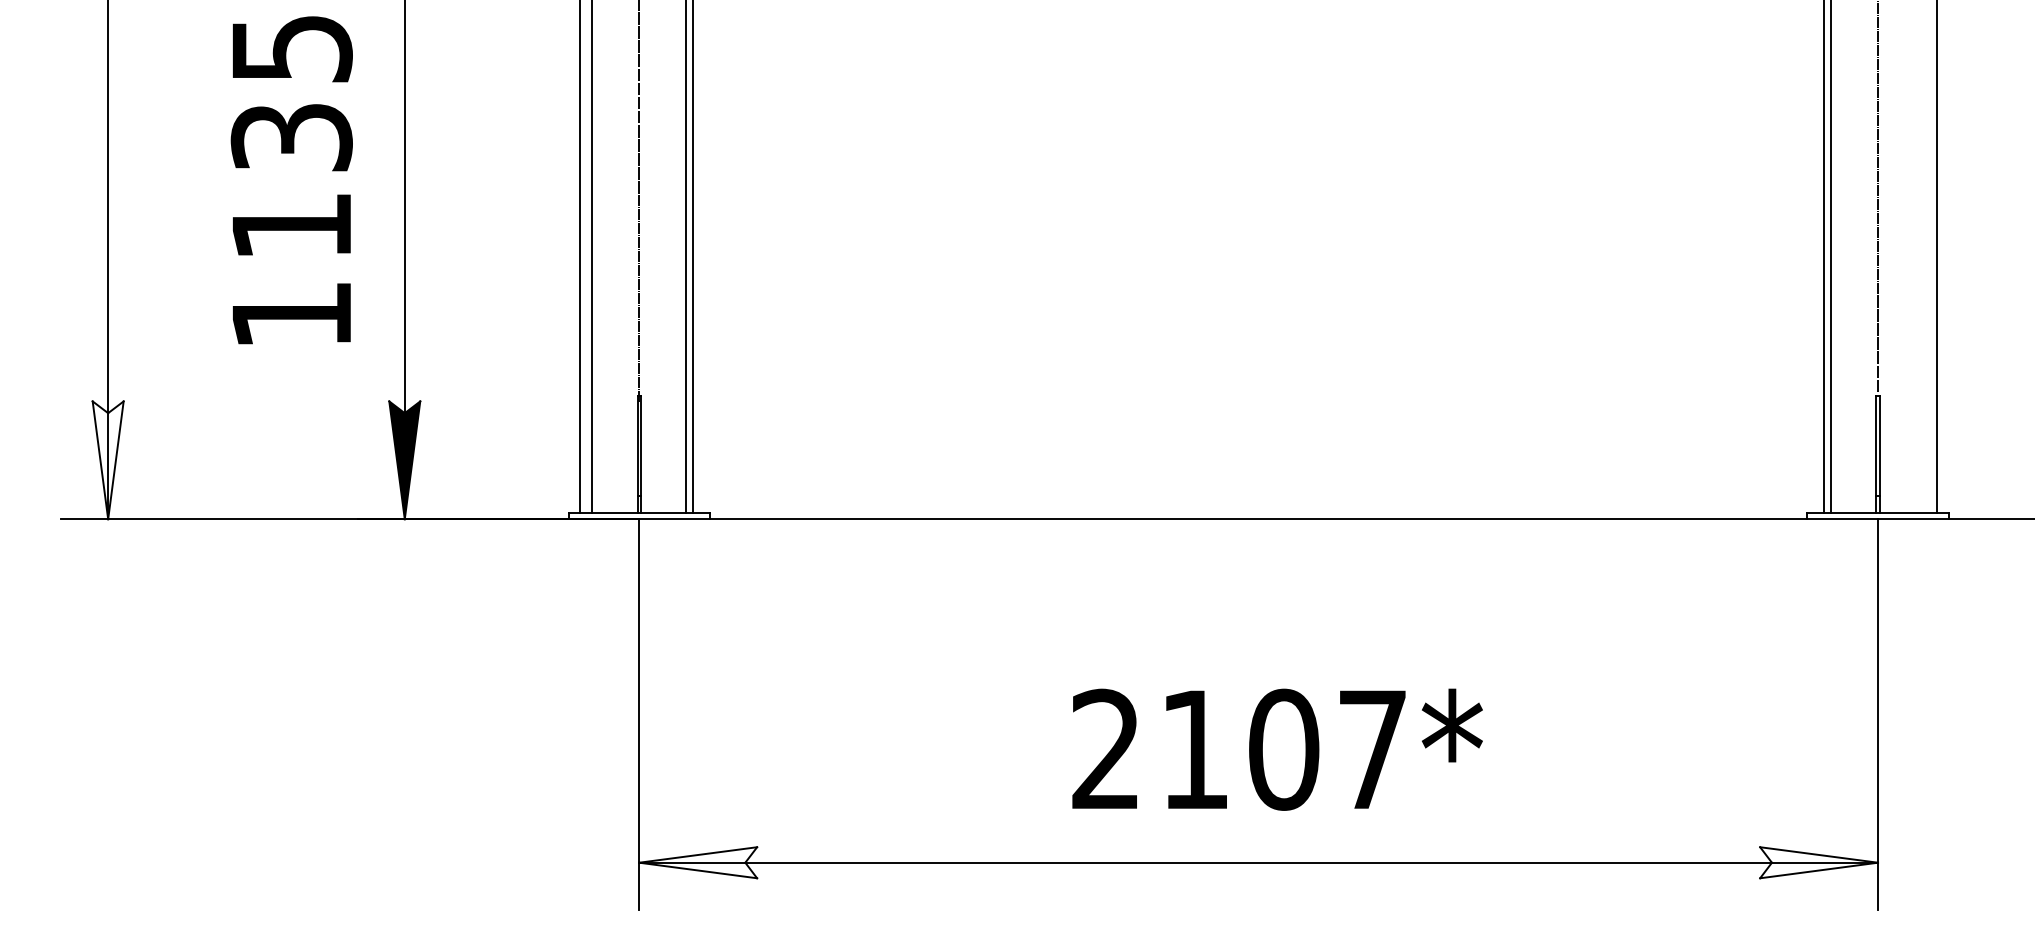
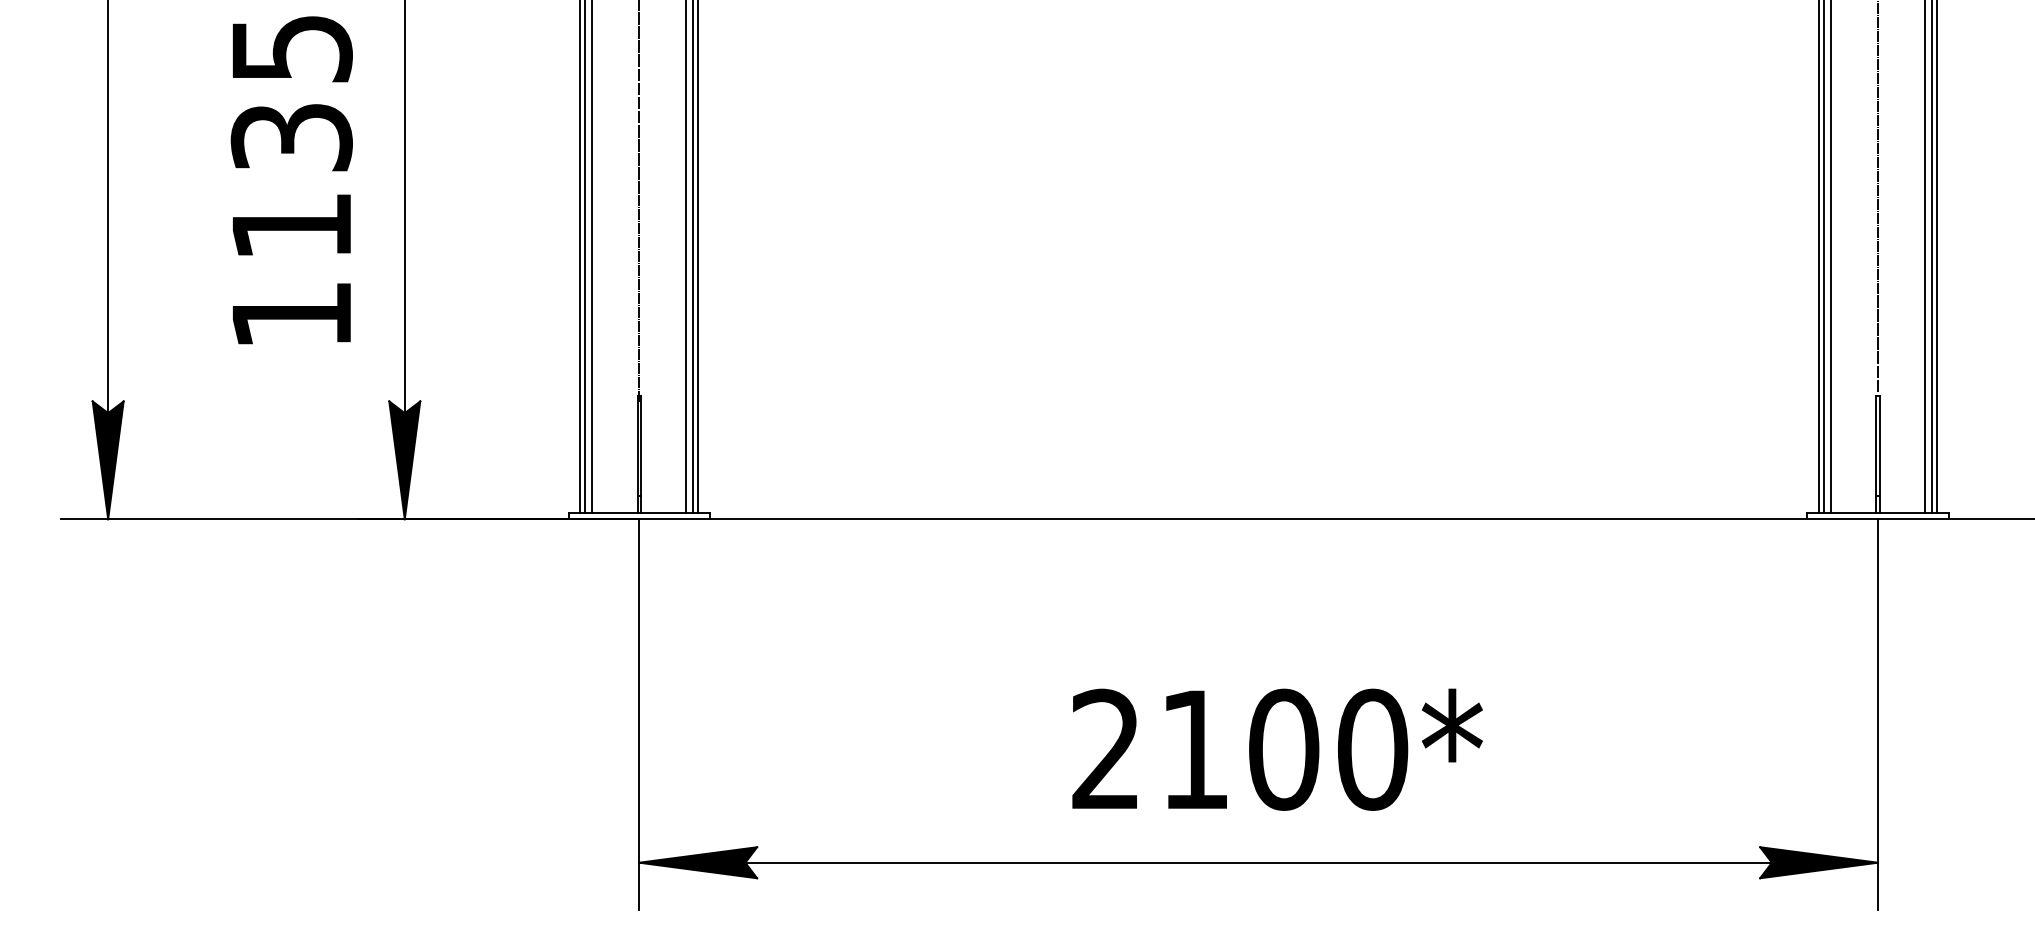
line at (585, 257): none -> present
line at (698, 257): none -> present
line at (1819, 257): none -> present
line at (1924, 257): none -> present
line at (1931, 257): none -> present
fill at (107, 460): none -> present
text at (1372, 749): 2107* -> 2100*
fill at (698, 862): none -> present
fill at (1819, 862): none -> present
